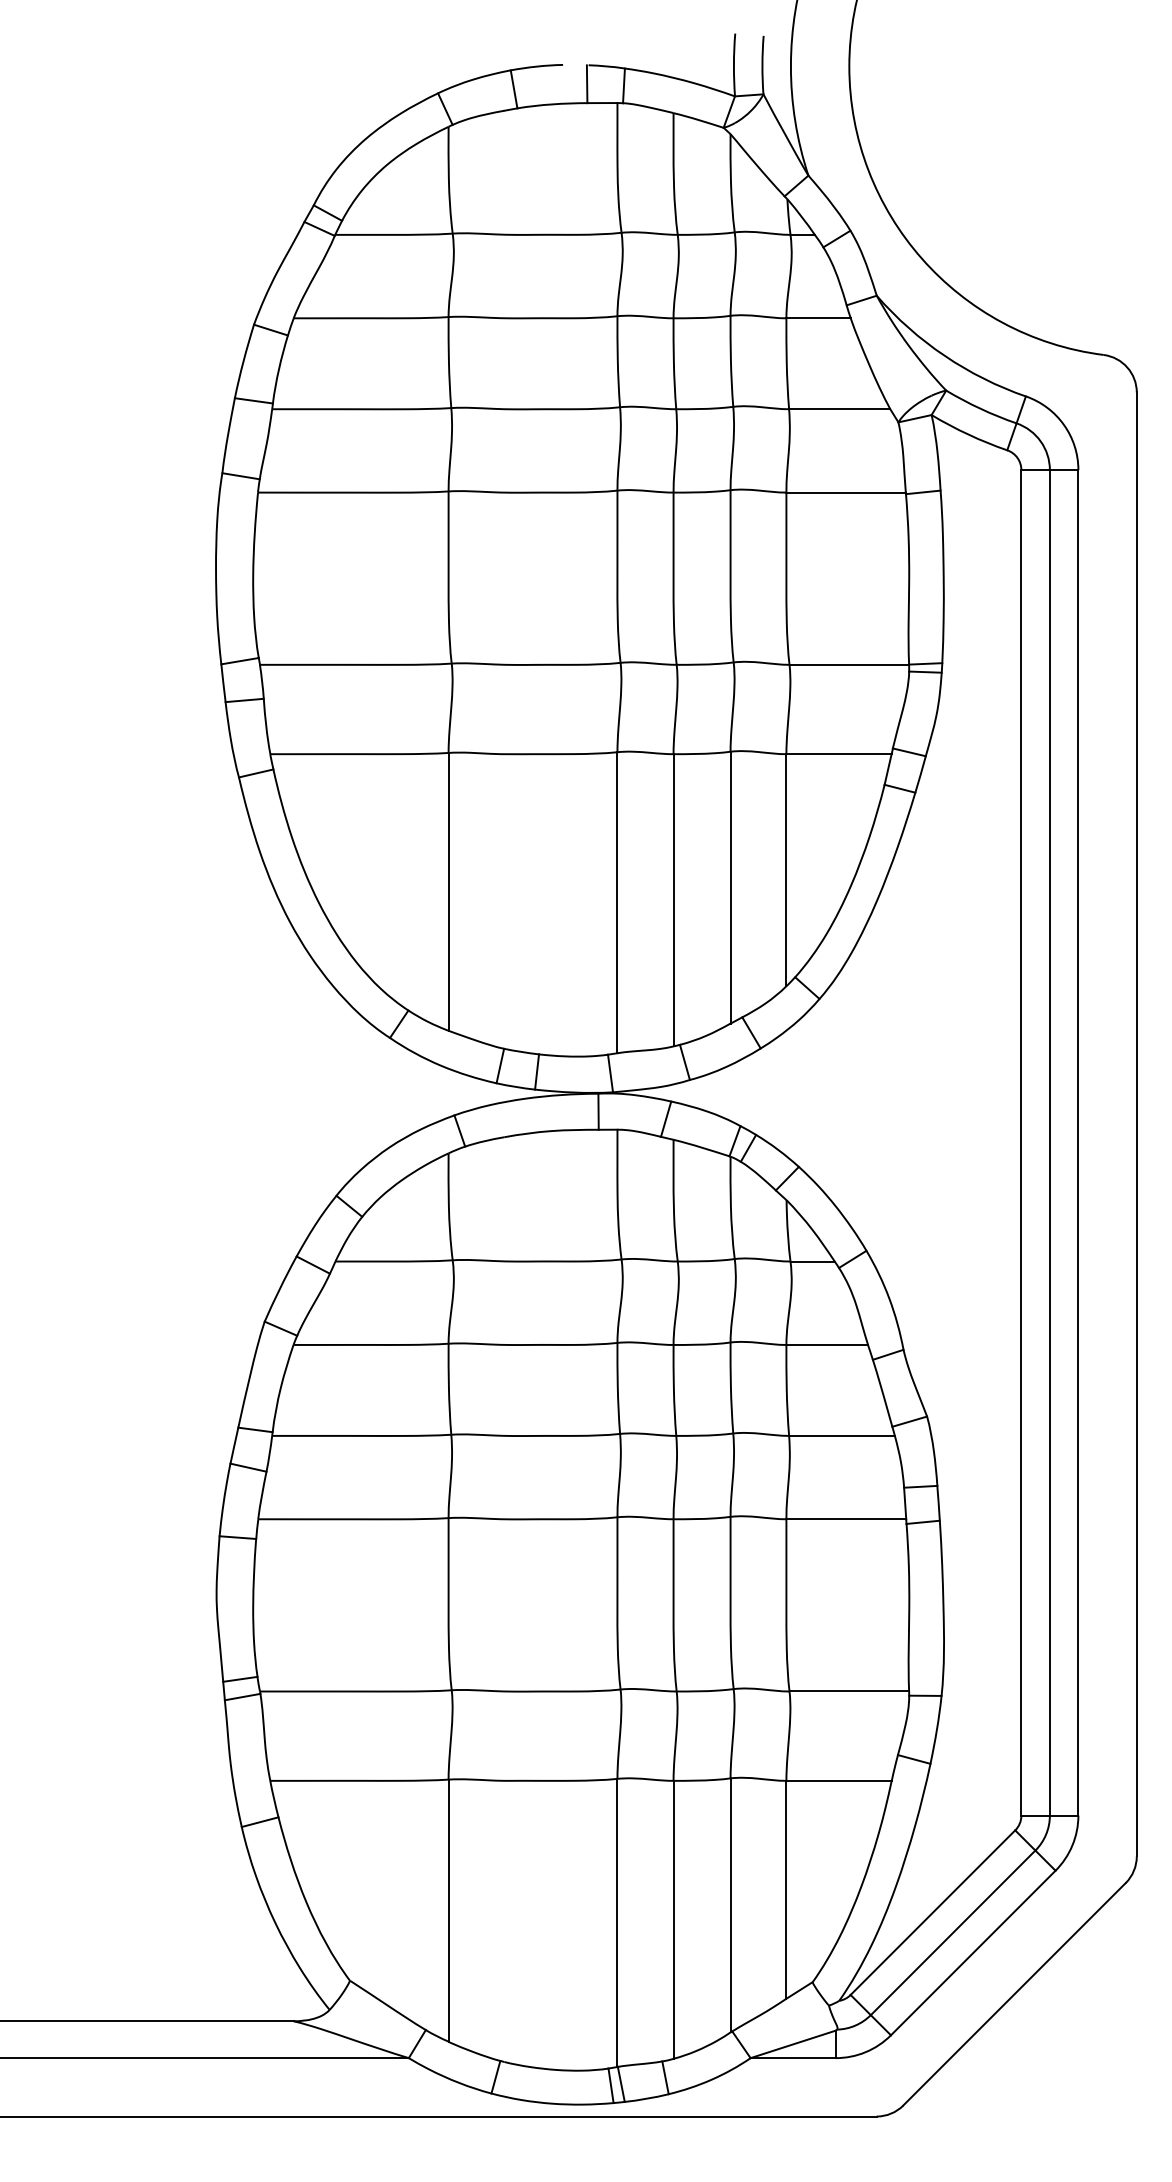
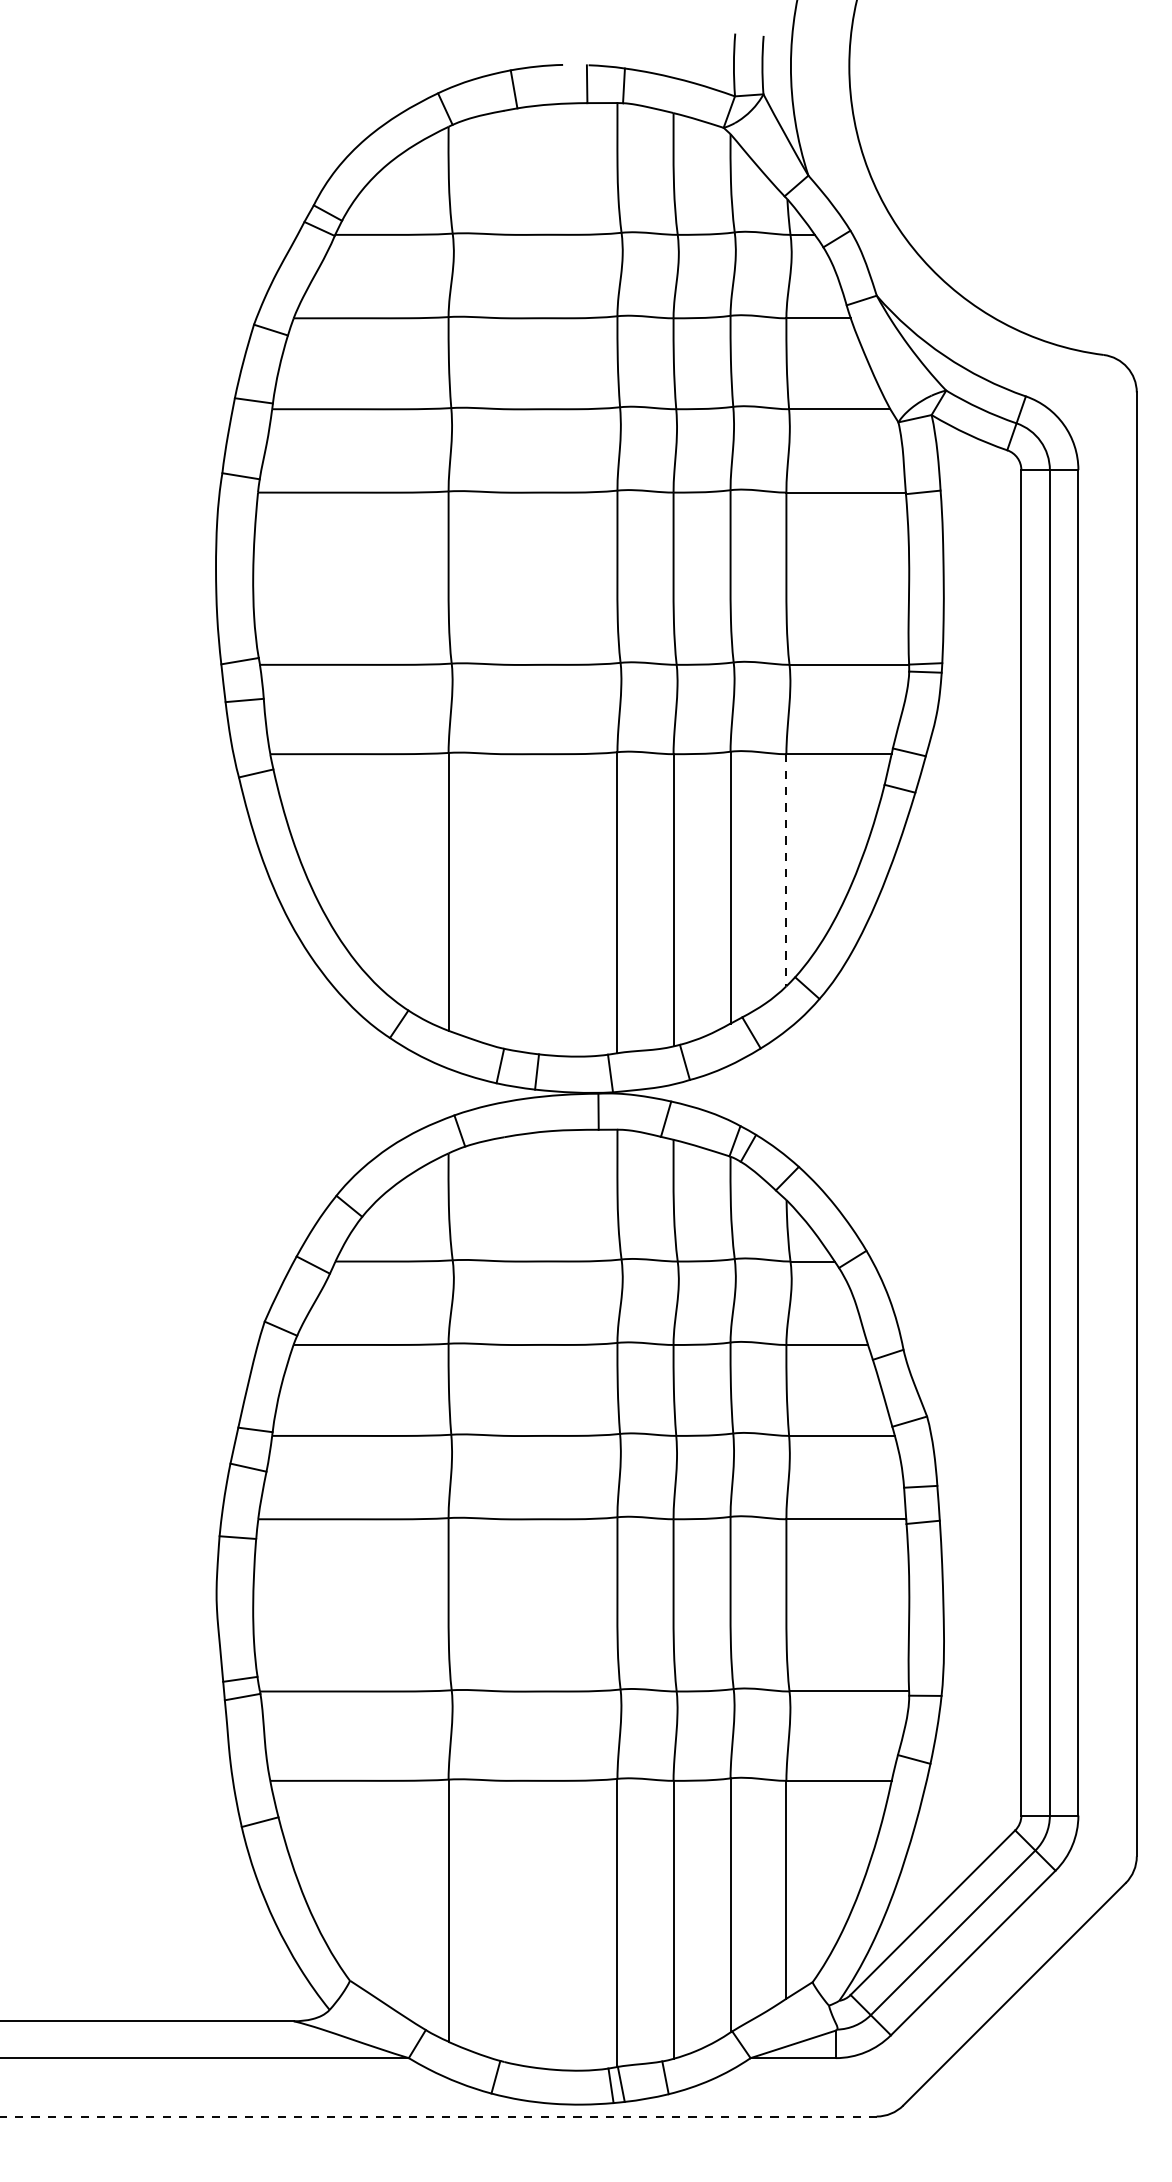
line at (786, 870): solid -> dashed
line at (438, 2116): solid -> dashed
